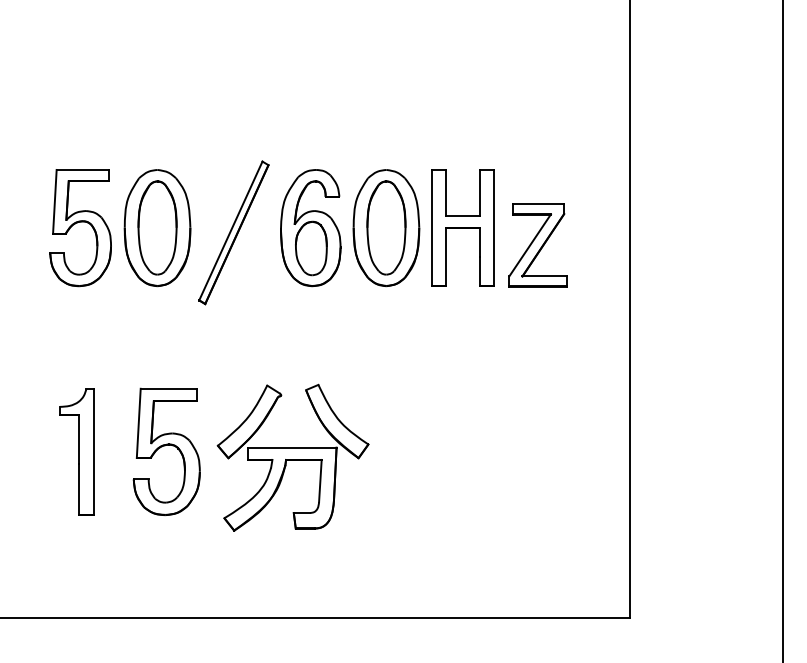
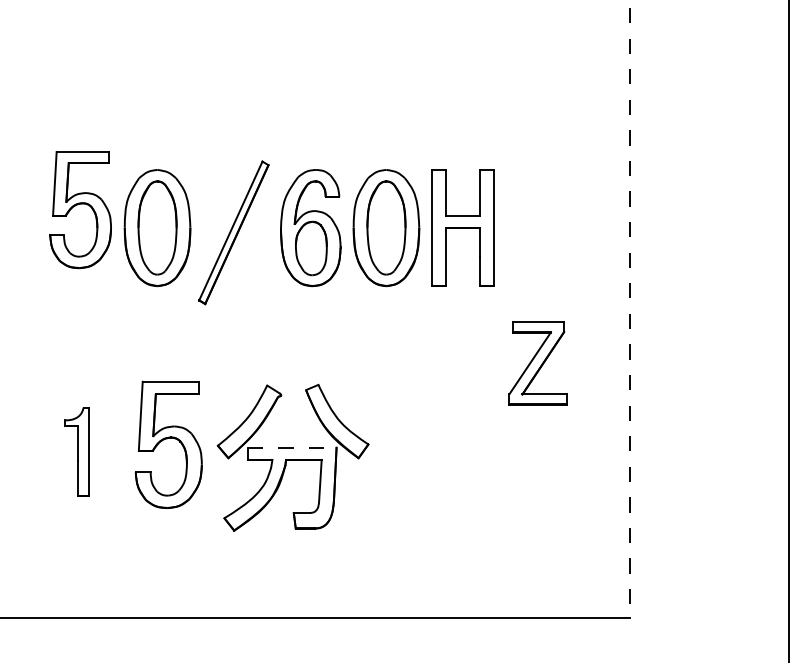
part at (80, 228) position: (80, 228) -> (80, 210)
part at (537, 245) position: (537, 245) -> (537, 363)
line at (629, 309): solid -> dashed
line at (782, 330) position: (782, 330) -> (788, 330)
line at (292, 447): solid -> dashed
part at (76, 451) size: 36x128 px -> 26x90 px
part at (166, 451) position: (166, 451) -> (168, 444)
